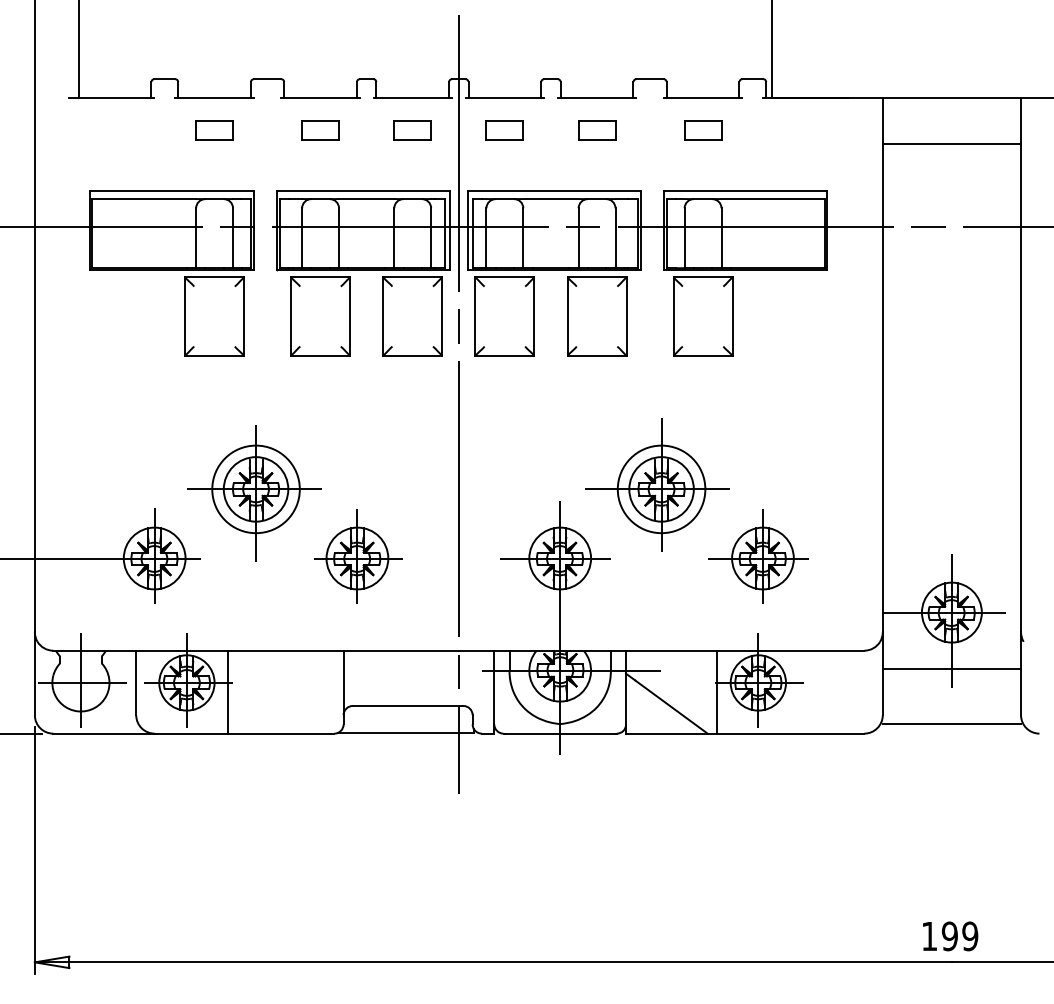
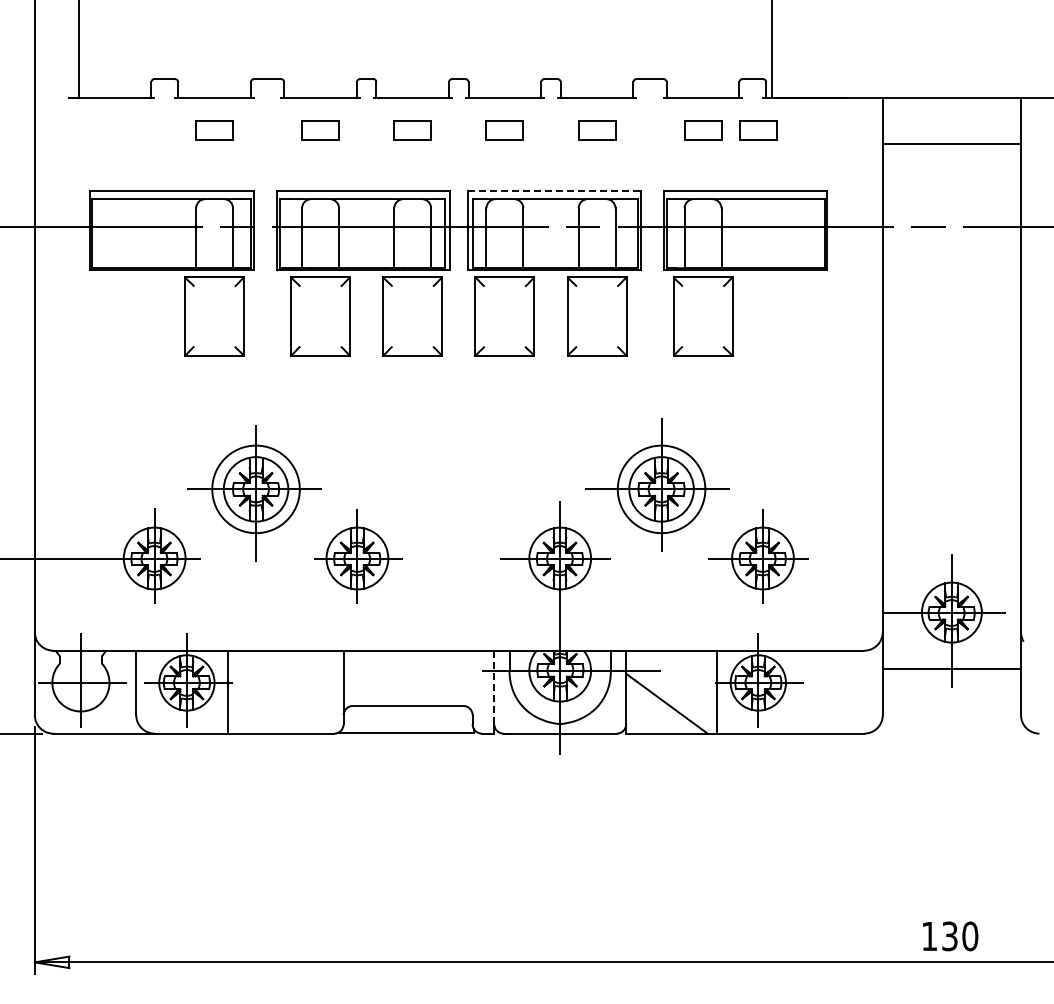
part at (758, 130): none -> present
line at (554, 190): solid -> dashed
line at (458, 398): present -> none
line at (494, 687): solid -> dashed
line at (951, 724): present -> none
text at (959, 936): 199 -> 130
